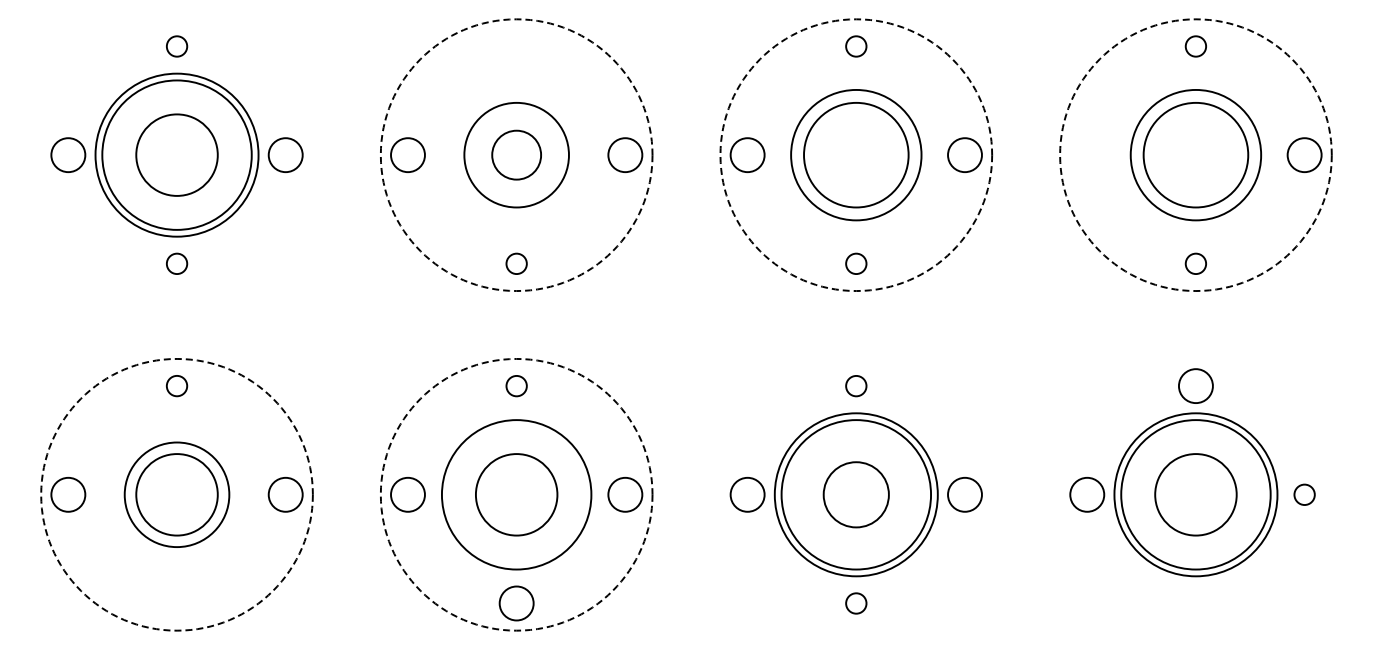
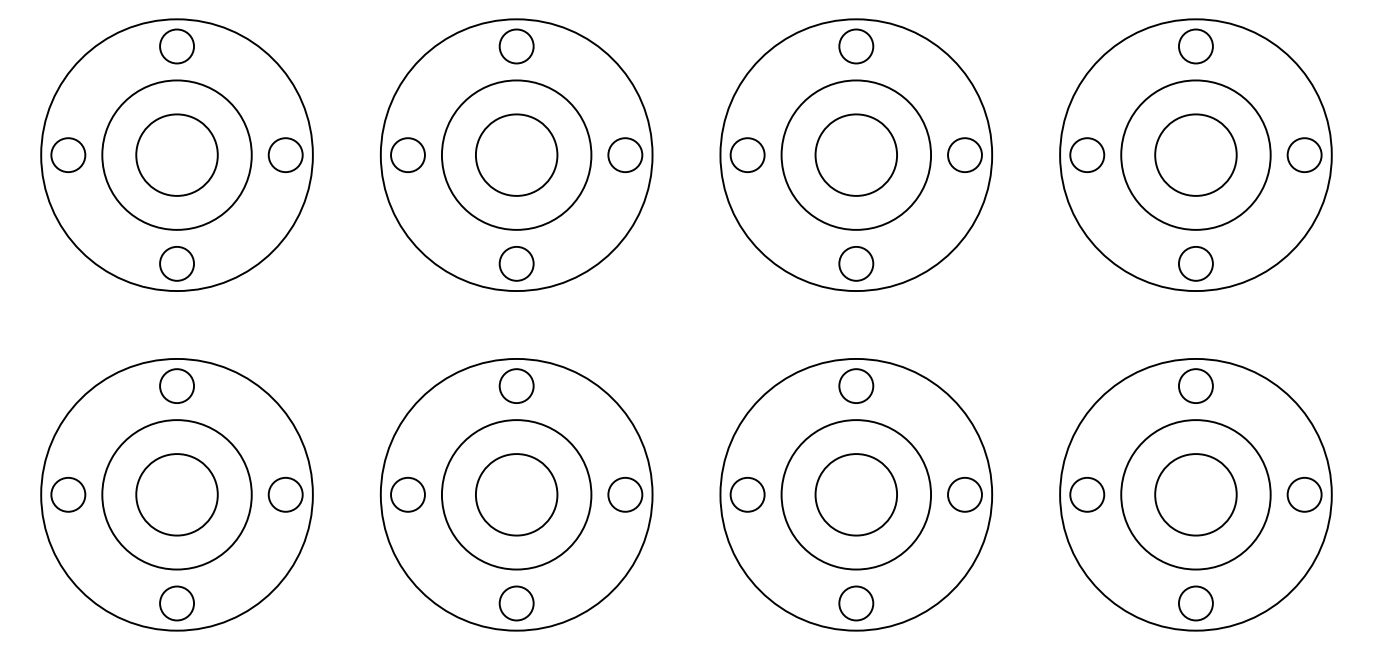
circle at (176, 46) diameter: 20 px -> 34 px
circle at (516, 46): none -> present
circle at (856, 46) diameter: 20 px -> 34 px
circle at (1195, 46) diameter: 20 px -> 34 px
circle at (176, 154) diameter: 163 px -> 272 px
circle at (516, 154) diameter: 105 px -> 149 px
circle at (516, 154) diameter: 49 px -> 82 px
circle at (856, 154) diameter: 105 px -> 149 px
circle at (856, 154) diameter: 130 px -> 82 px
circle at (1087, 154): none -> present
circle at (1195, 154) diameter: 105 px -> 149 px
circle at (1195, 154) diameter: 130 px -> 82 px
circle at (516, 155): dashed -> solid
circle at (856, 155): dashed -> solid
circle at (1195, 155): dashed -> solid
circle at (176, 263) diameter: 20 px -> 34 px
circle at (516, 263) diameter: 20 px -> 34 px
circle at (856, 263) diameter: 20 px -> 34 px
circle at (1195, 263) diameter: 20 px -> 34 px
circle at (516, 385) diameter: 20 px -> 34 px
circle at (856, 385) diameter: 20 px -> 34 px
circle at (177, 386) size: 23x23 px -> 36x36 px
circle at (176, 494) diameter: 105 px -> 149 px
circle at (176, 494): dashed -> solid
circle at (516, 494): dashed -> solid
circle at (855, 494) diameter: 163 px -> 272 px
circle at (855, 494) diameter: 65 px -> 82 px
circle at (1195, 494) diameter: 163 px -> 272 px
circle at (1304, 494) diameter: 20 px -> 34 px
circle at (176, 603): none -> present
circle at (856, 603) diameter: 20 px -> 34 px
circle at (1195, 603): none -> present
